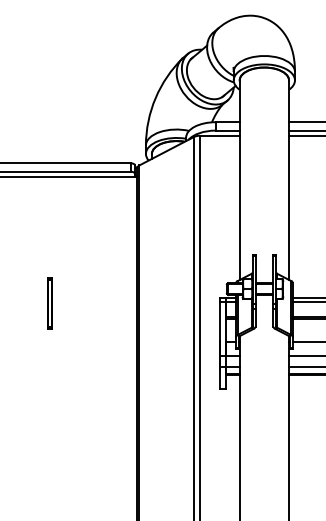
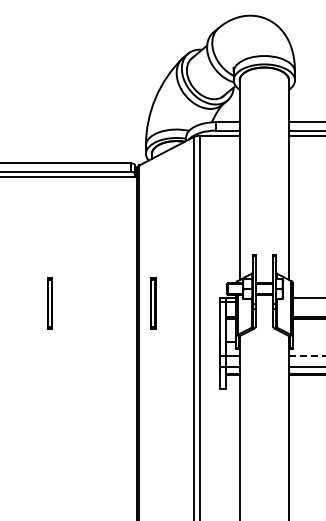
line at (307, 302): present -> none
part at (152, 303): none -> present
line at (307, 341): present -> none
line at (307, 356): solid -> dashed
